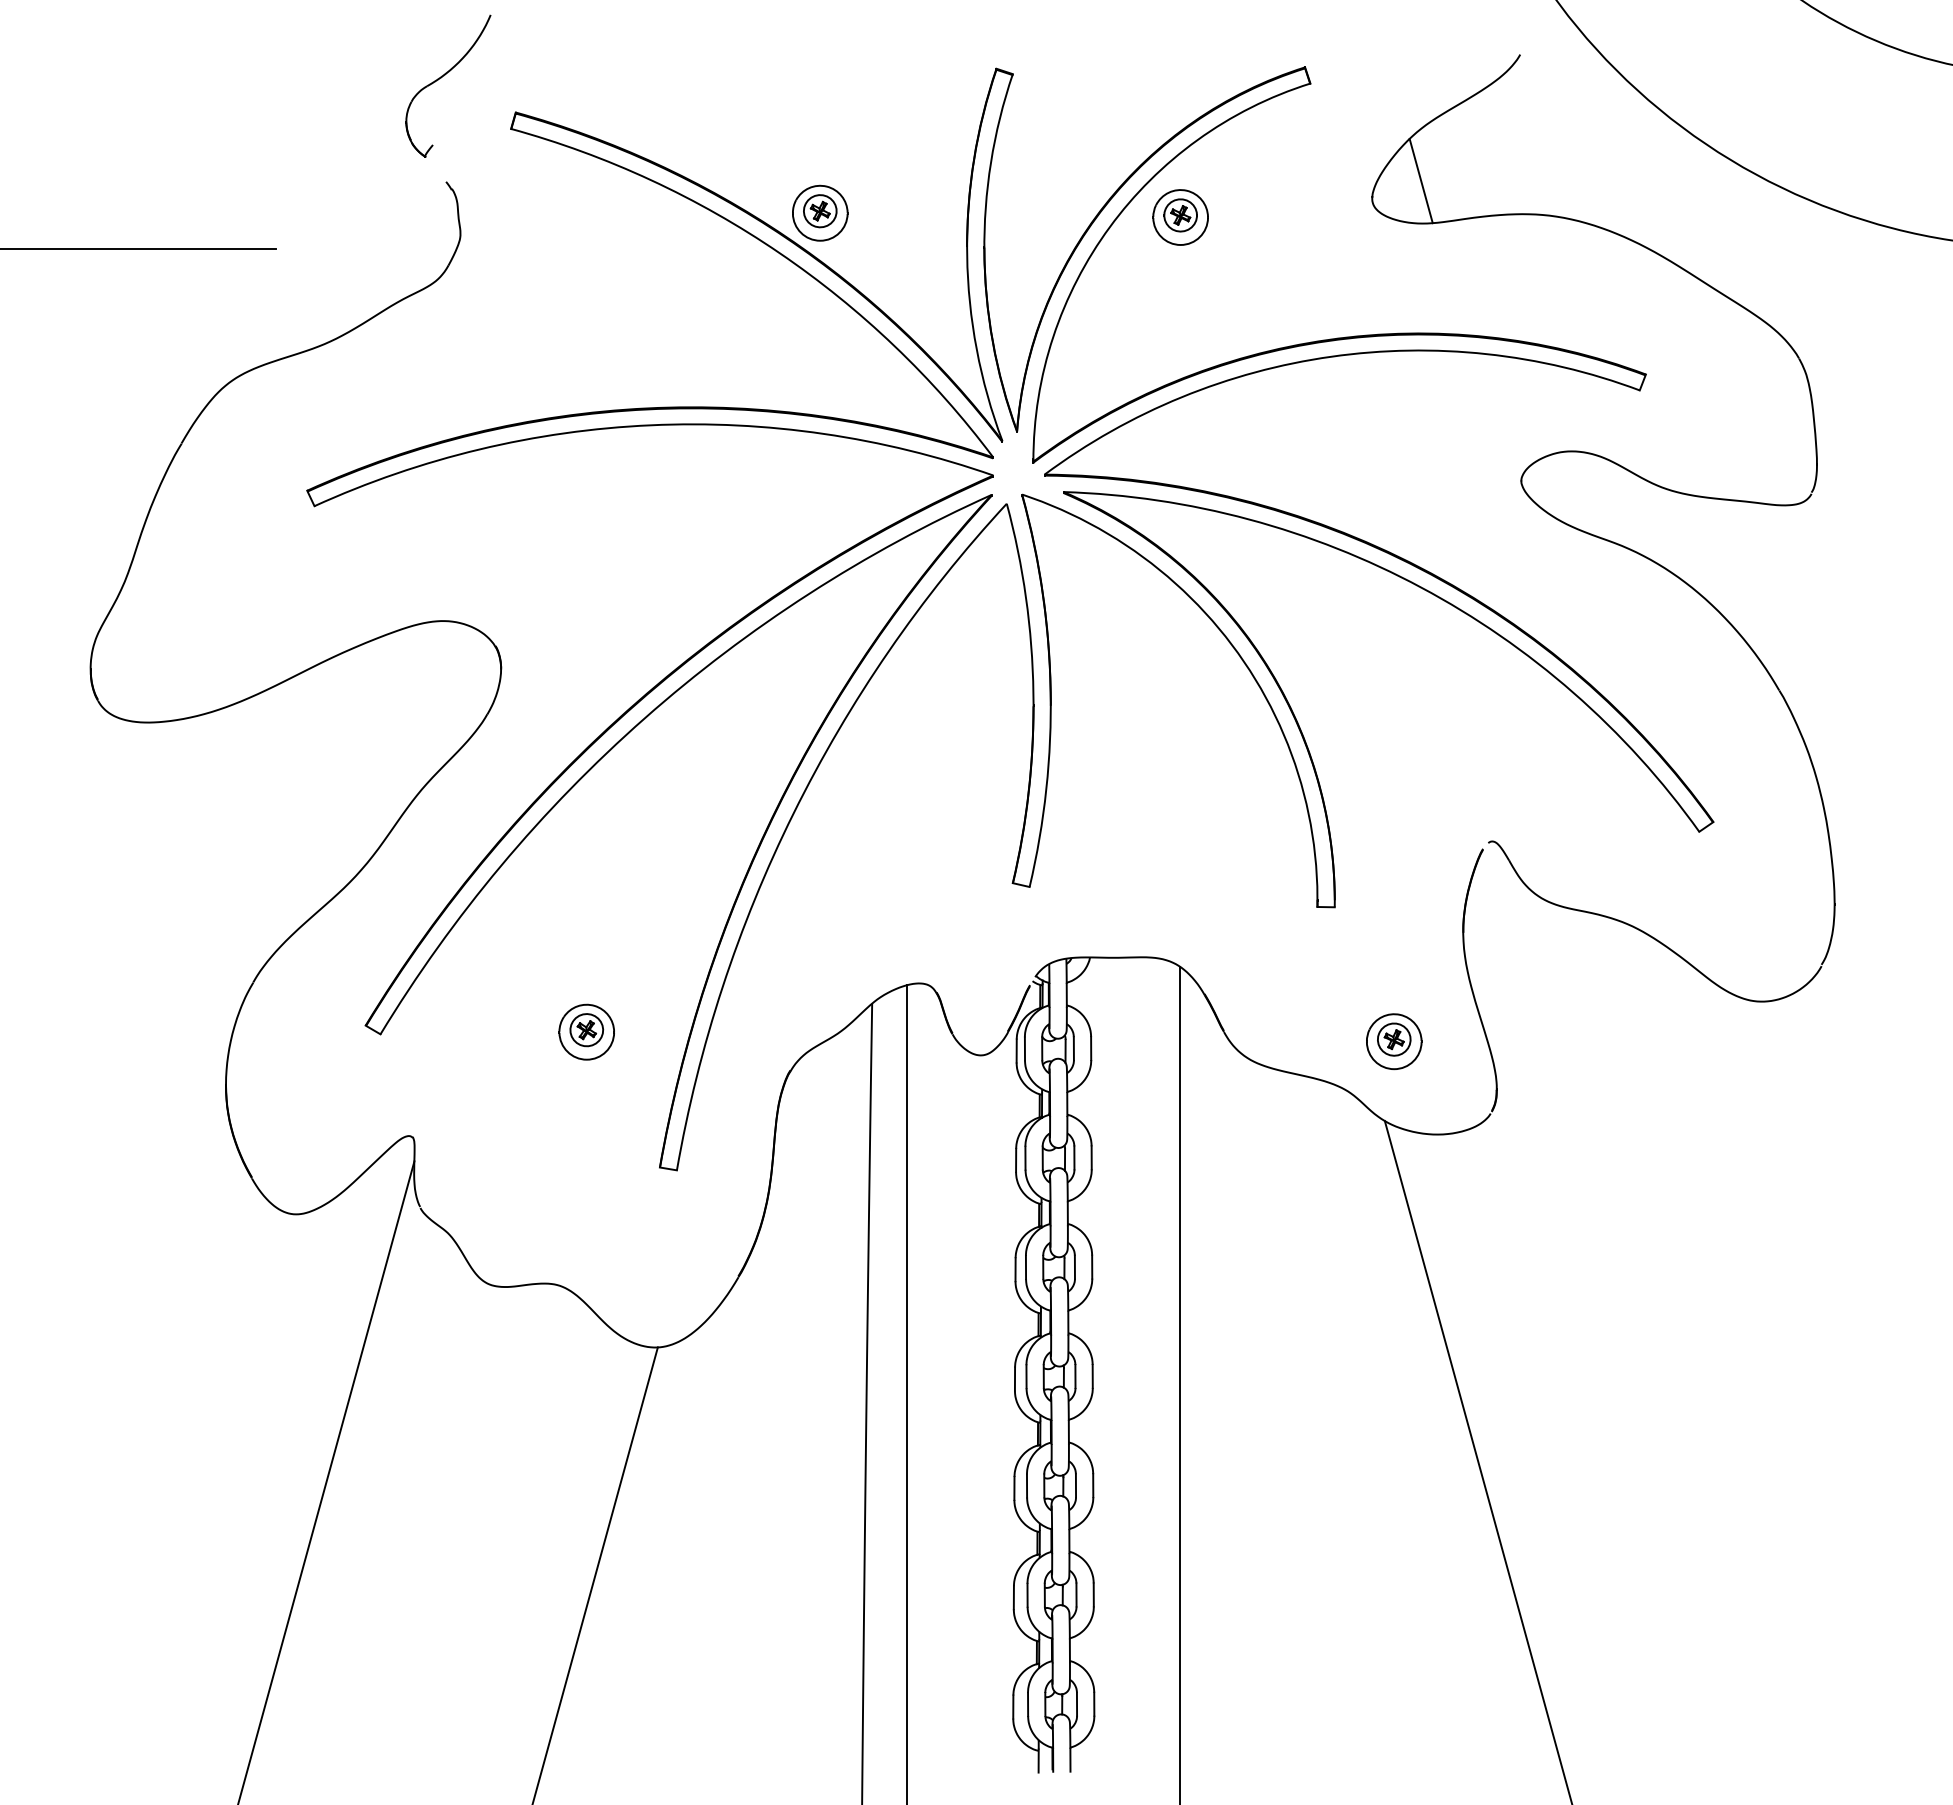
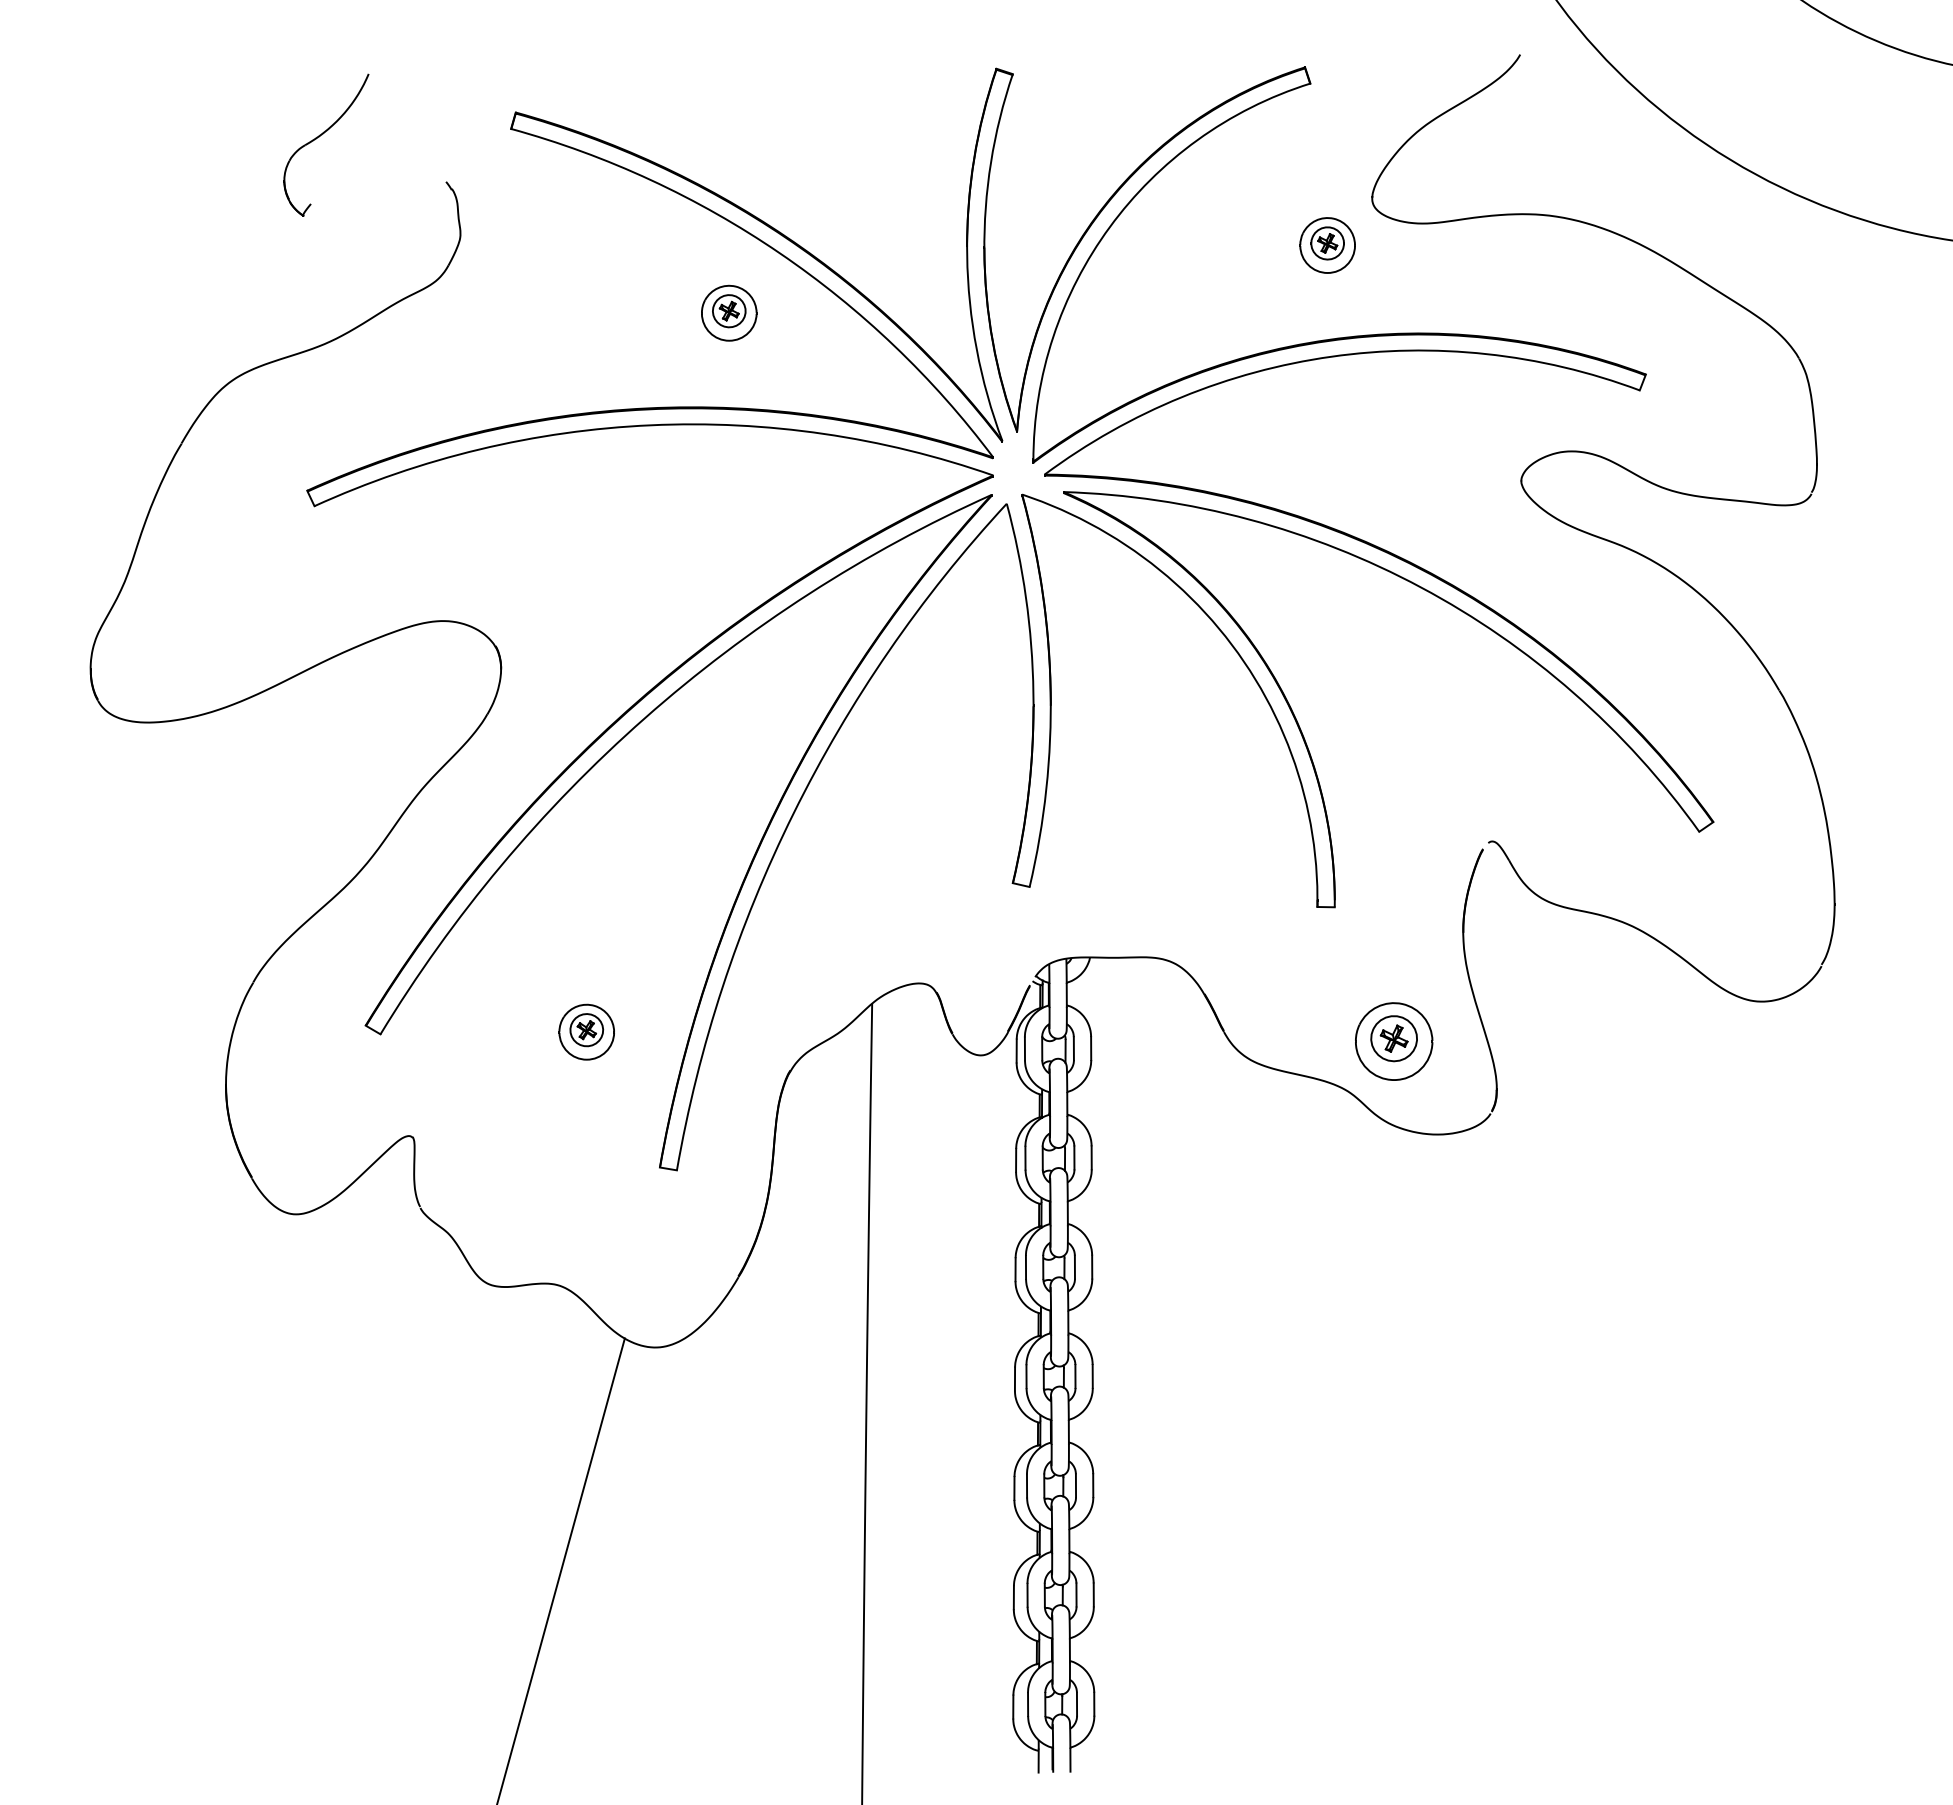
part at (441, 78) position: (441, 78) -> (319, 137)
line at (1420, 180): present -> none
part at (820, 212) position: (820, 212) -> (729, 312)
part at (1180, 217) position: (1180, 217) -> (1327, 245)
line at (139, 248): present -> none
part at (1394, 1041) size: 57x58 px -> 79x79 px
line at (1180, 1384): present -> none
line at (906, 1393): present -> none
line at (1477, 1461): present -> none
line at (326, 1481): present -> none
line at (595, 1574) position: (595, 1574) -> (560, 1569)
